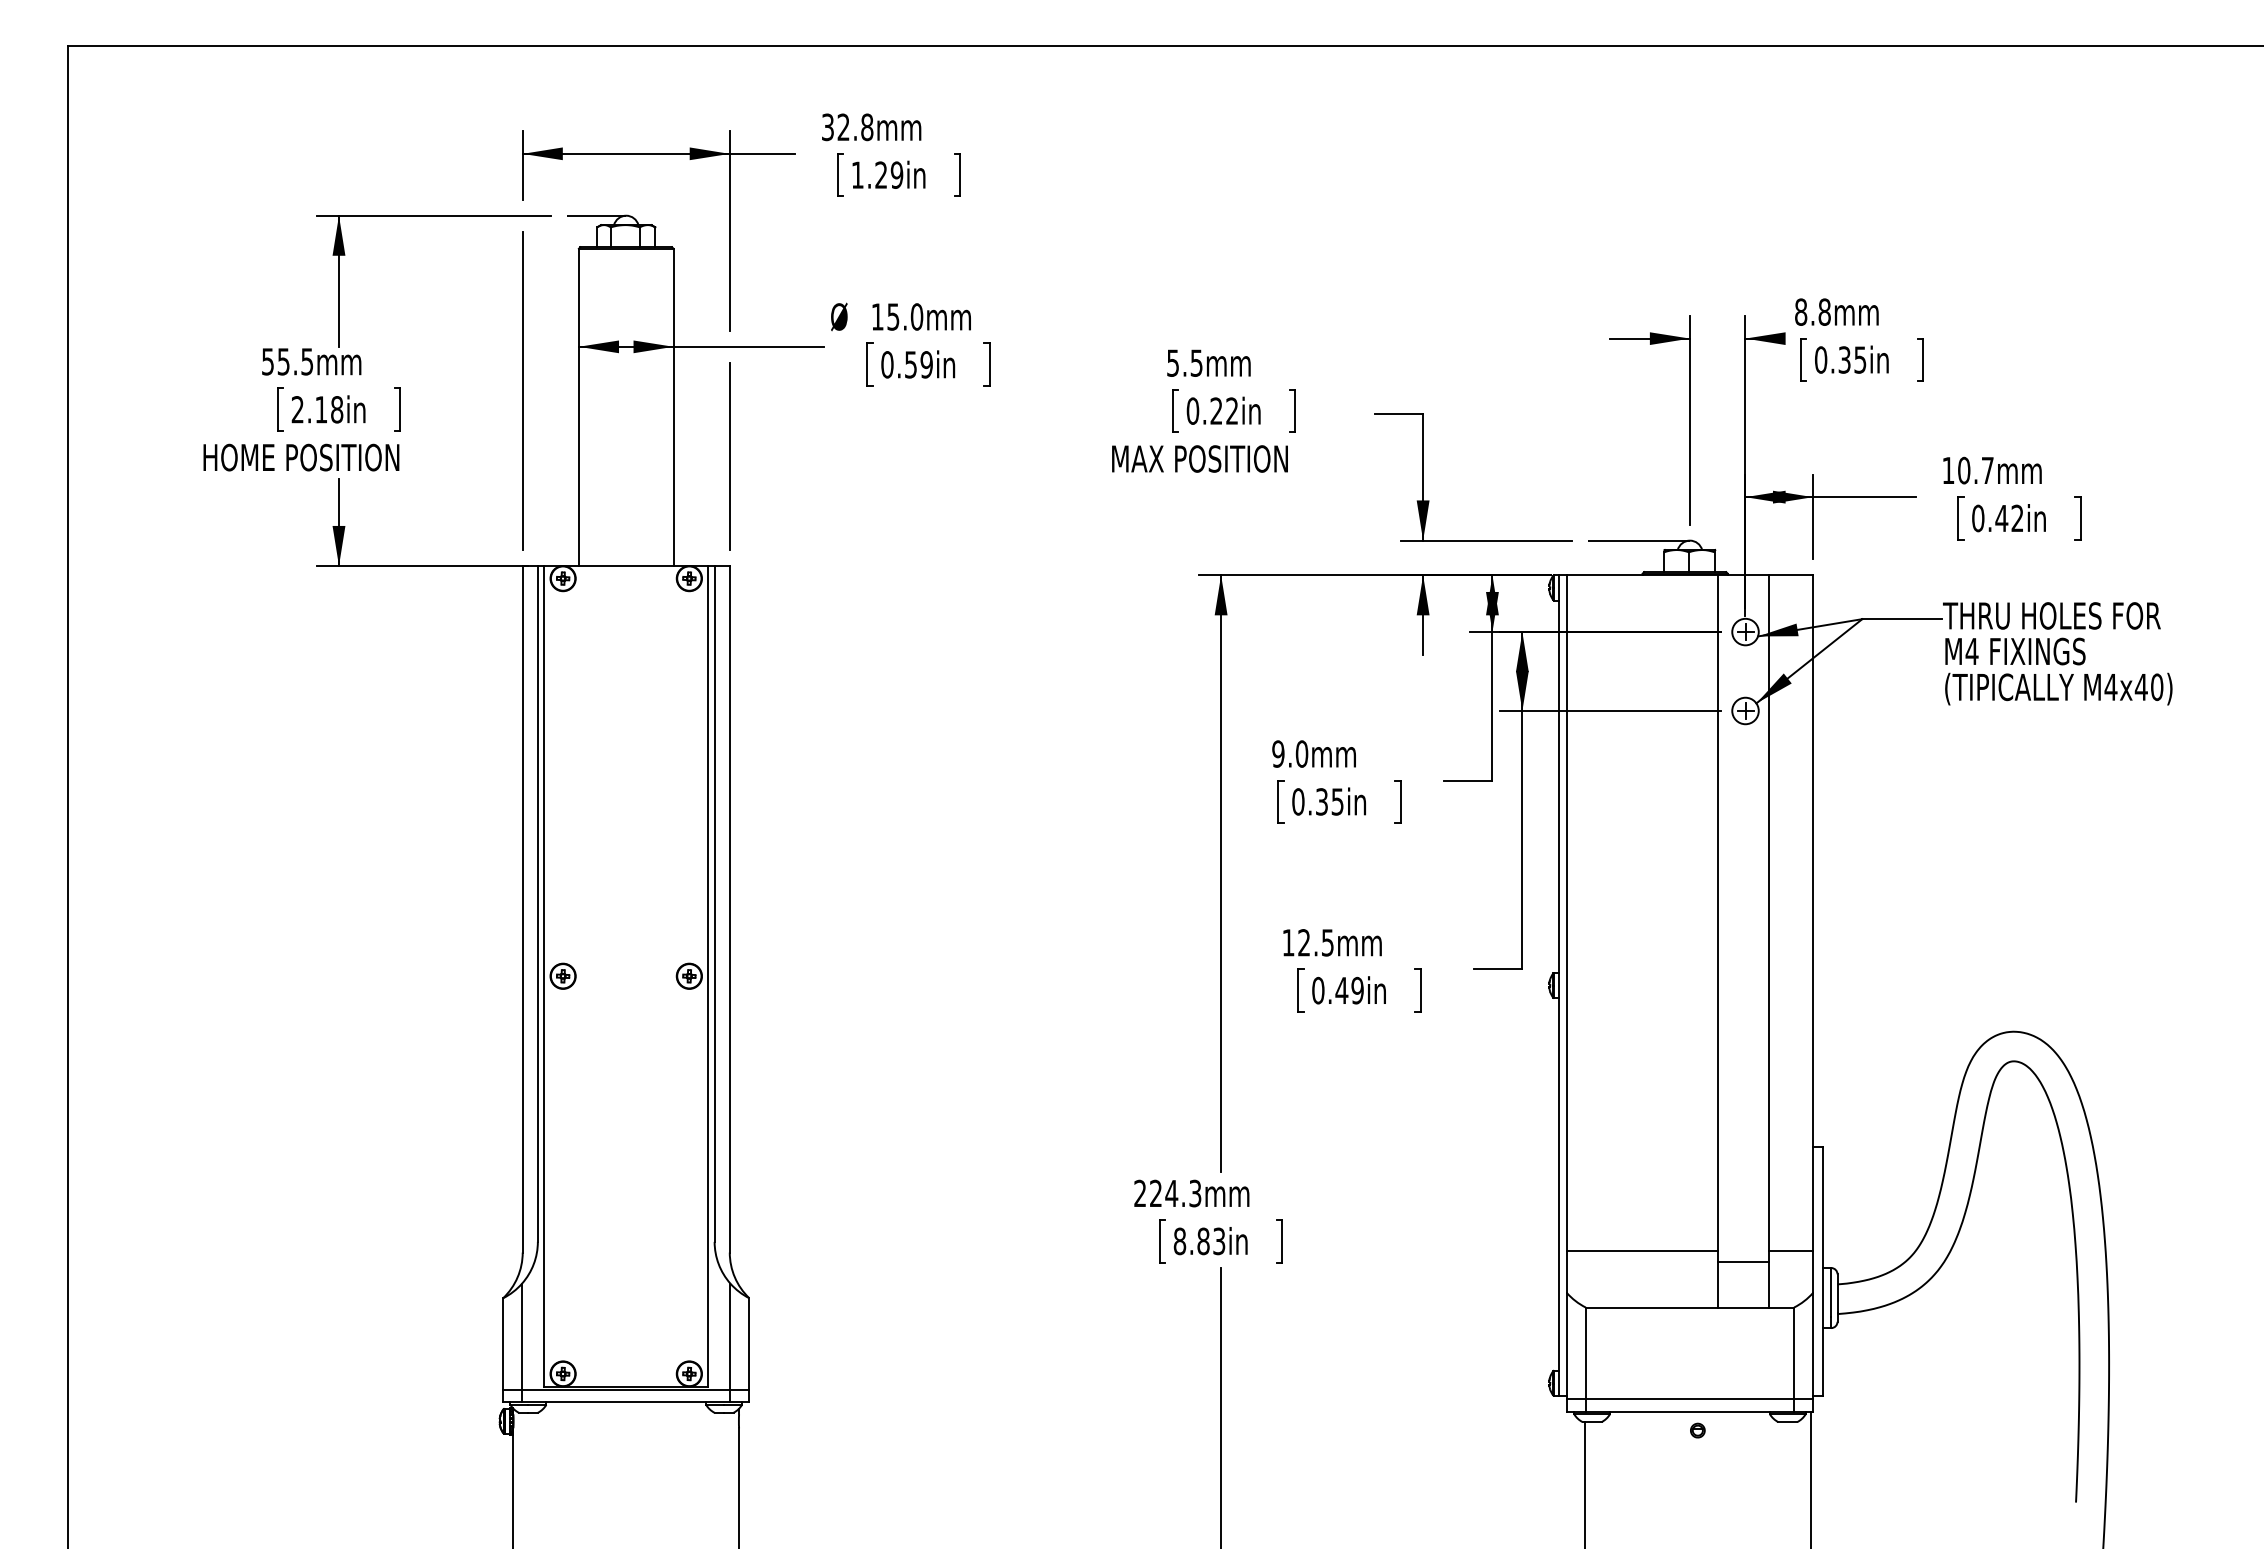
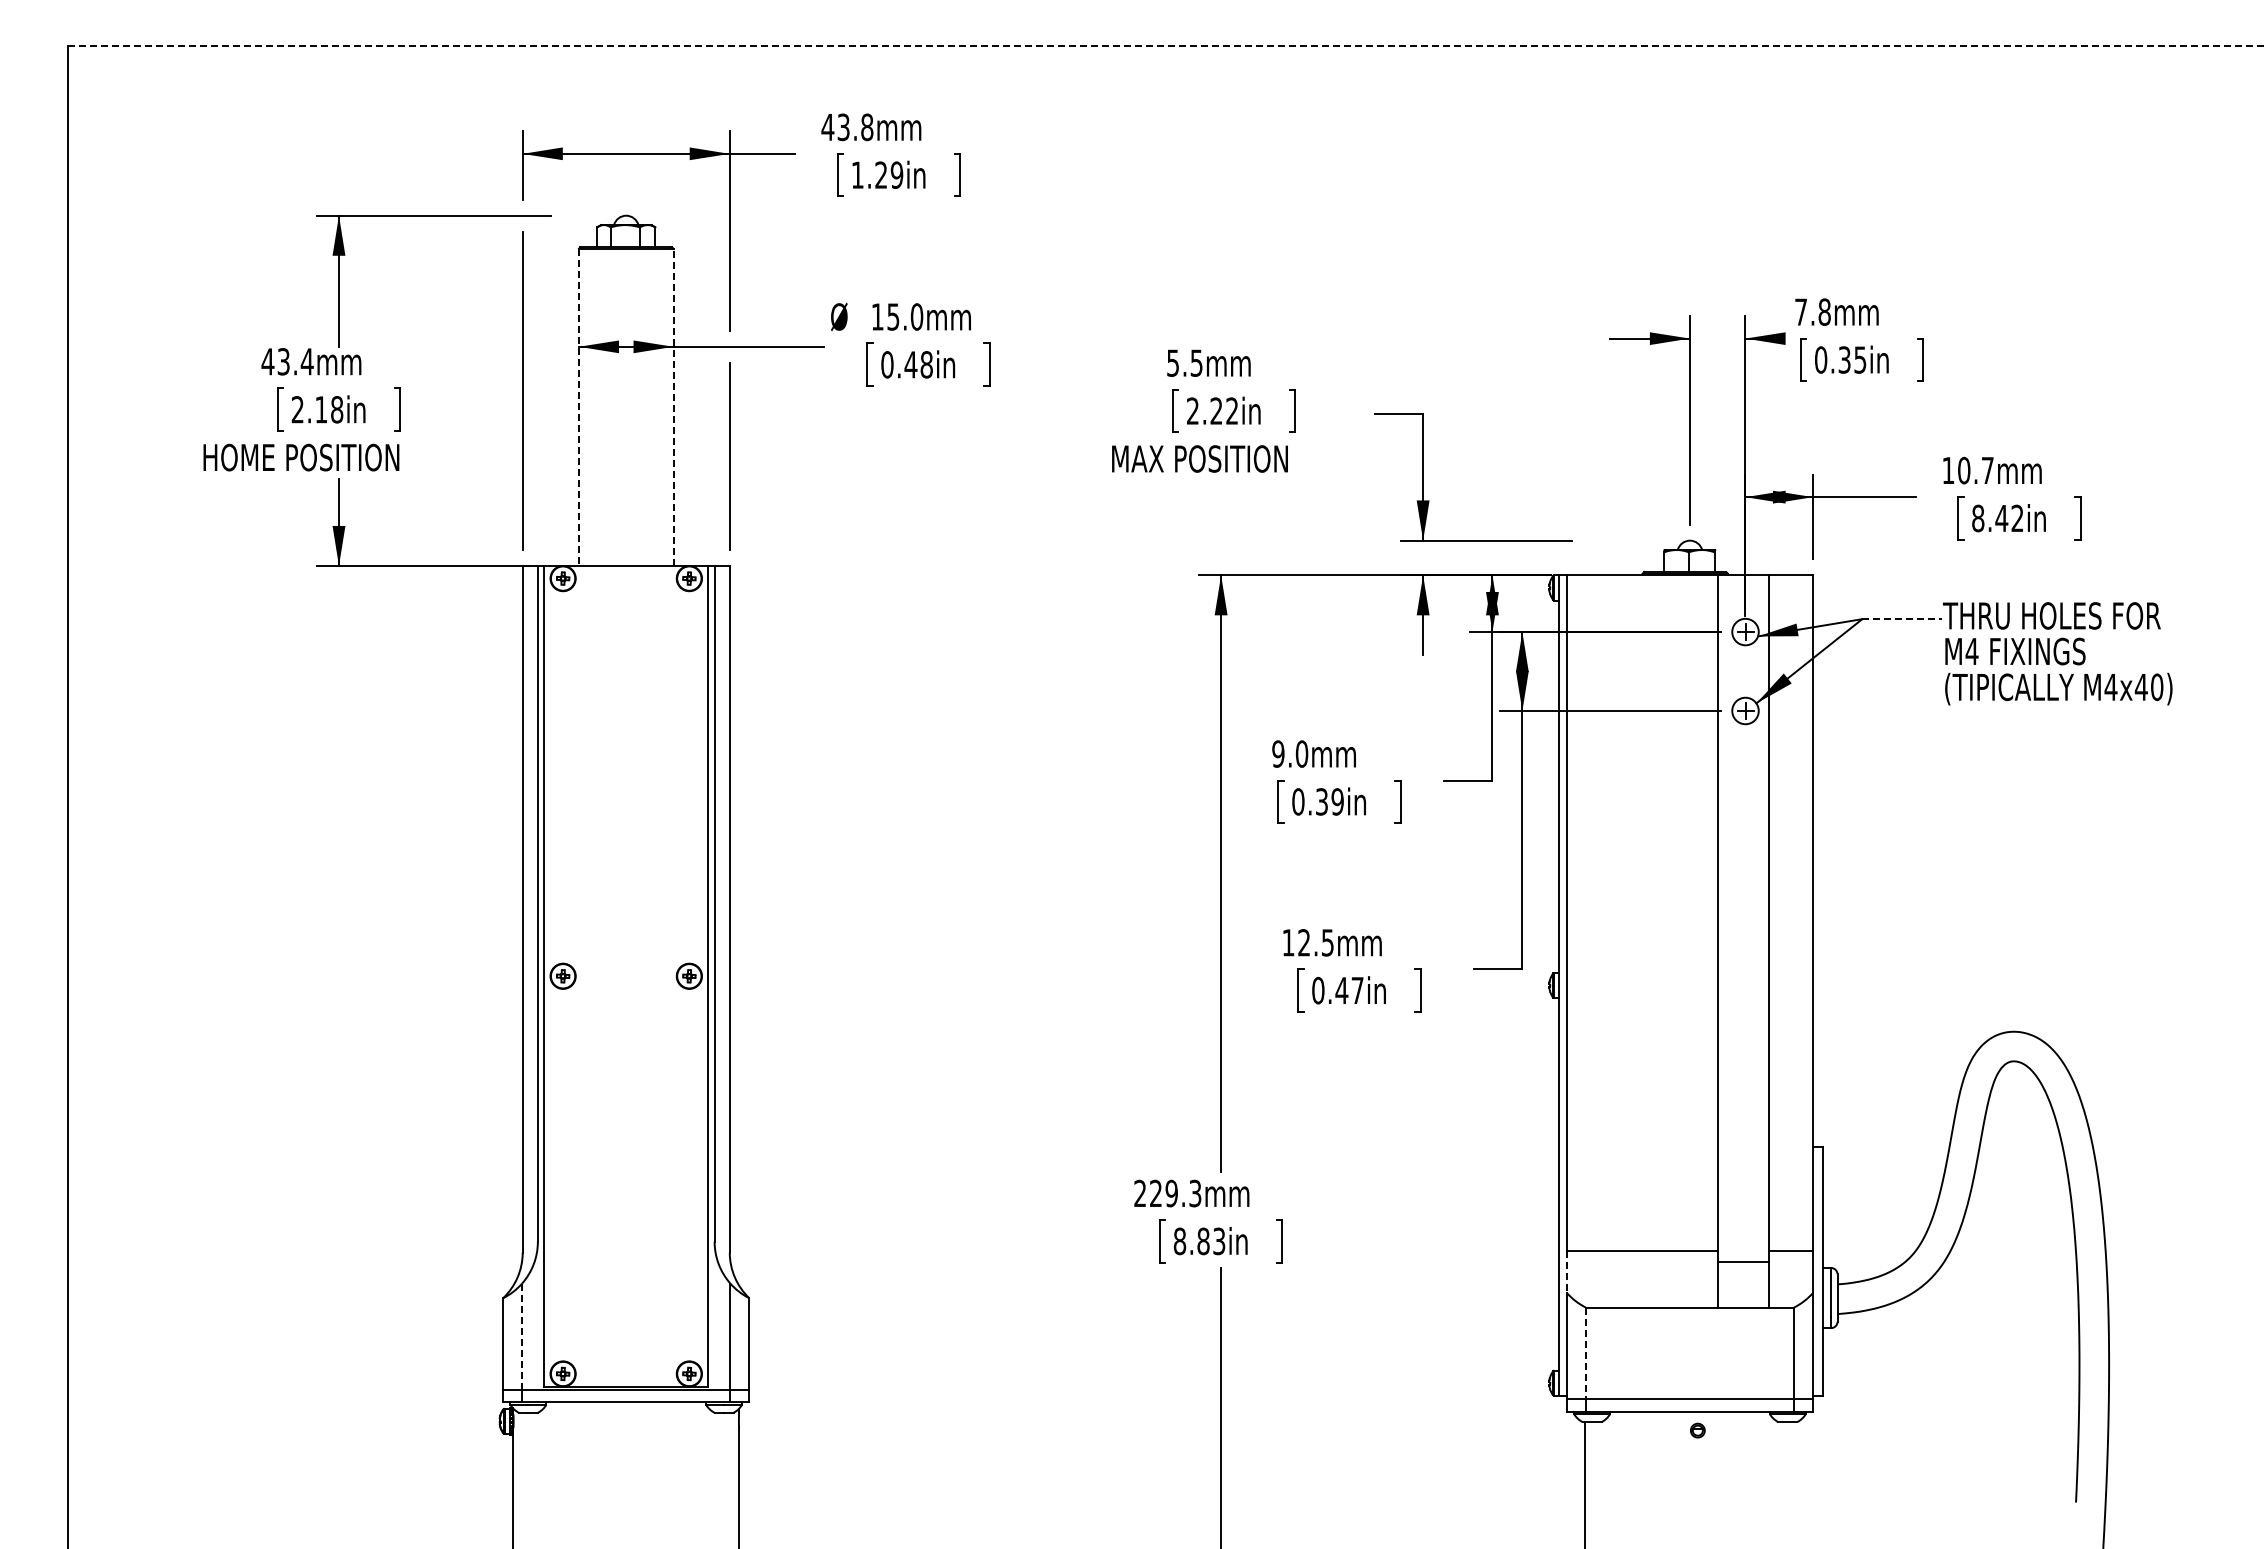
line at (1165, 46): solid -> dashed
text at (835, 127): 32.8mm -> 43.8mm
line at (596, 215): present -> none
text at (1801, 311): 8.8mm -> 7.8mm
text at (287, 361): 55.5mm -> 43.4mm
text at (918, 364): 0.59in -> 0.48in
line at (578, 407): solid -> dashed
line at (673, 407): solid -> dashed
text at (1192, 410): 0.22in -> 2.22in
text at (1978, 518): 0.42in -> 8.42in
line at (1638, 540): present -> none
line at (1902, 619): solid -> dashed
text at (1337, 801): 0.35in -> 0.39in
text at (1357, 990): 0.49in -> 0.47in
text at (1171, 1193): 224.3mm -> 229.3mm
line at (1566, 1272): solid -> dashed
line at (522, 1337): solid -> dashed
line at (1585, 1353): solid -> dashed
line at (1810, 1478): present -> none
